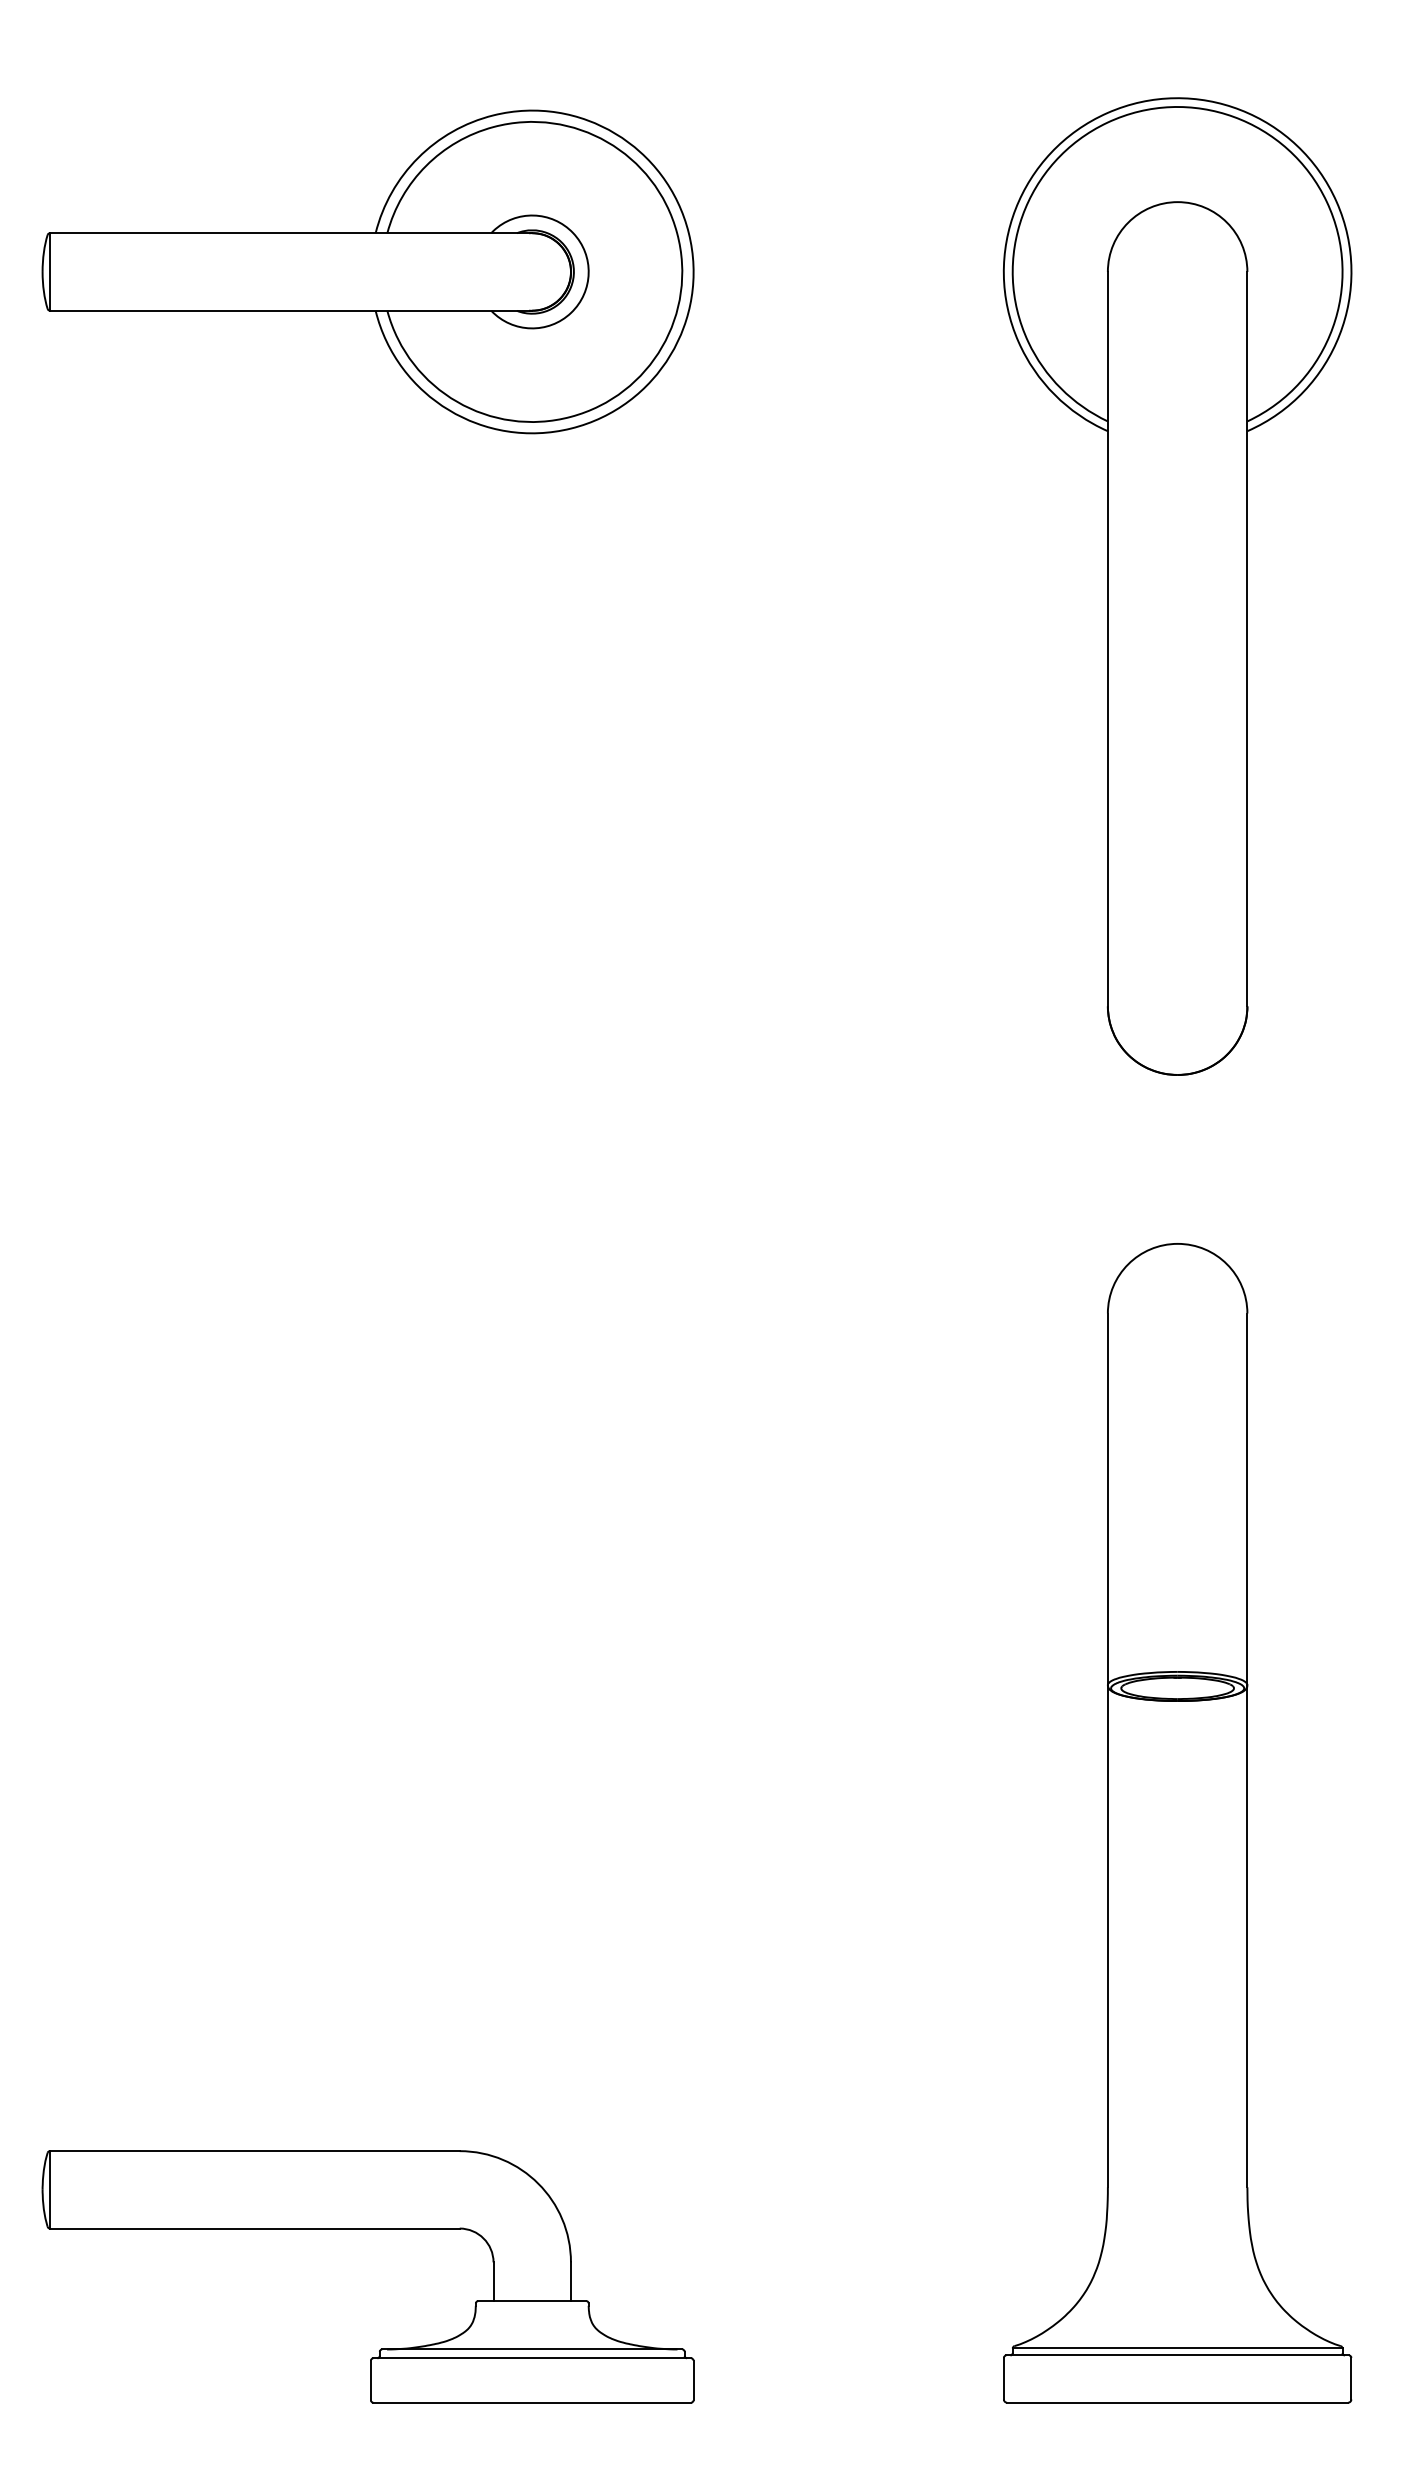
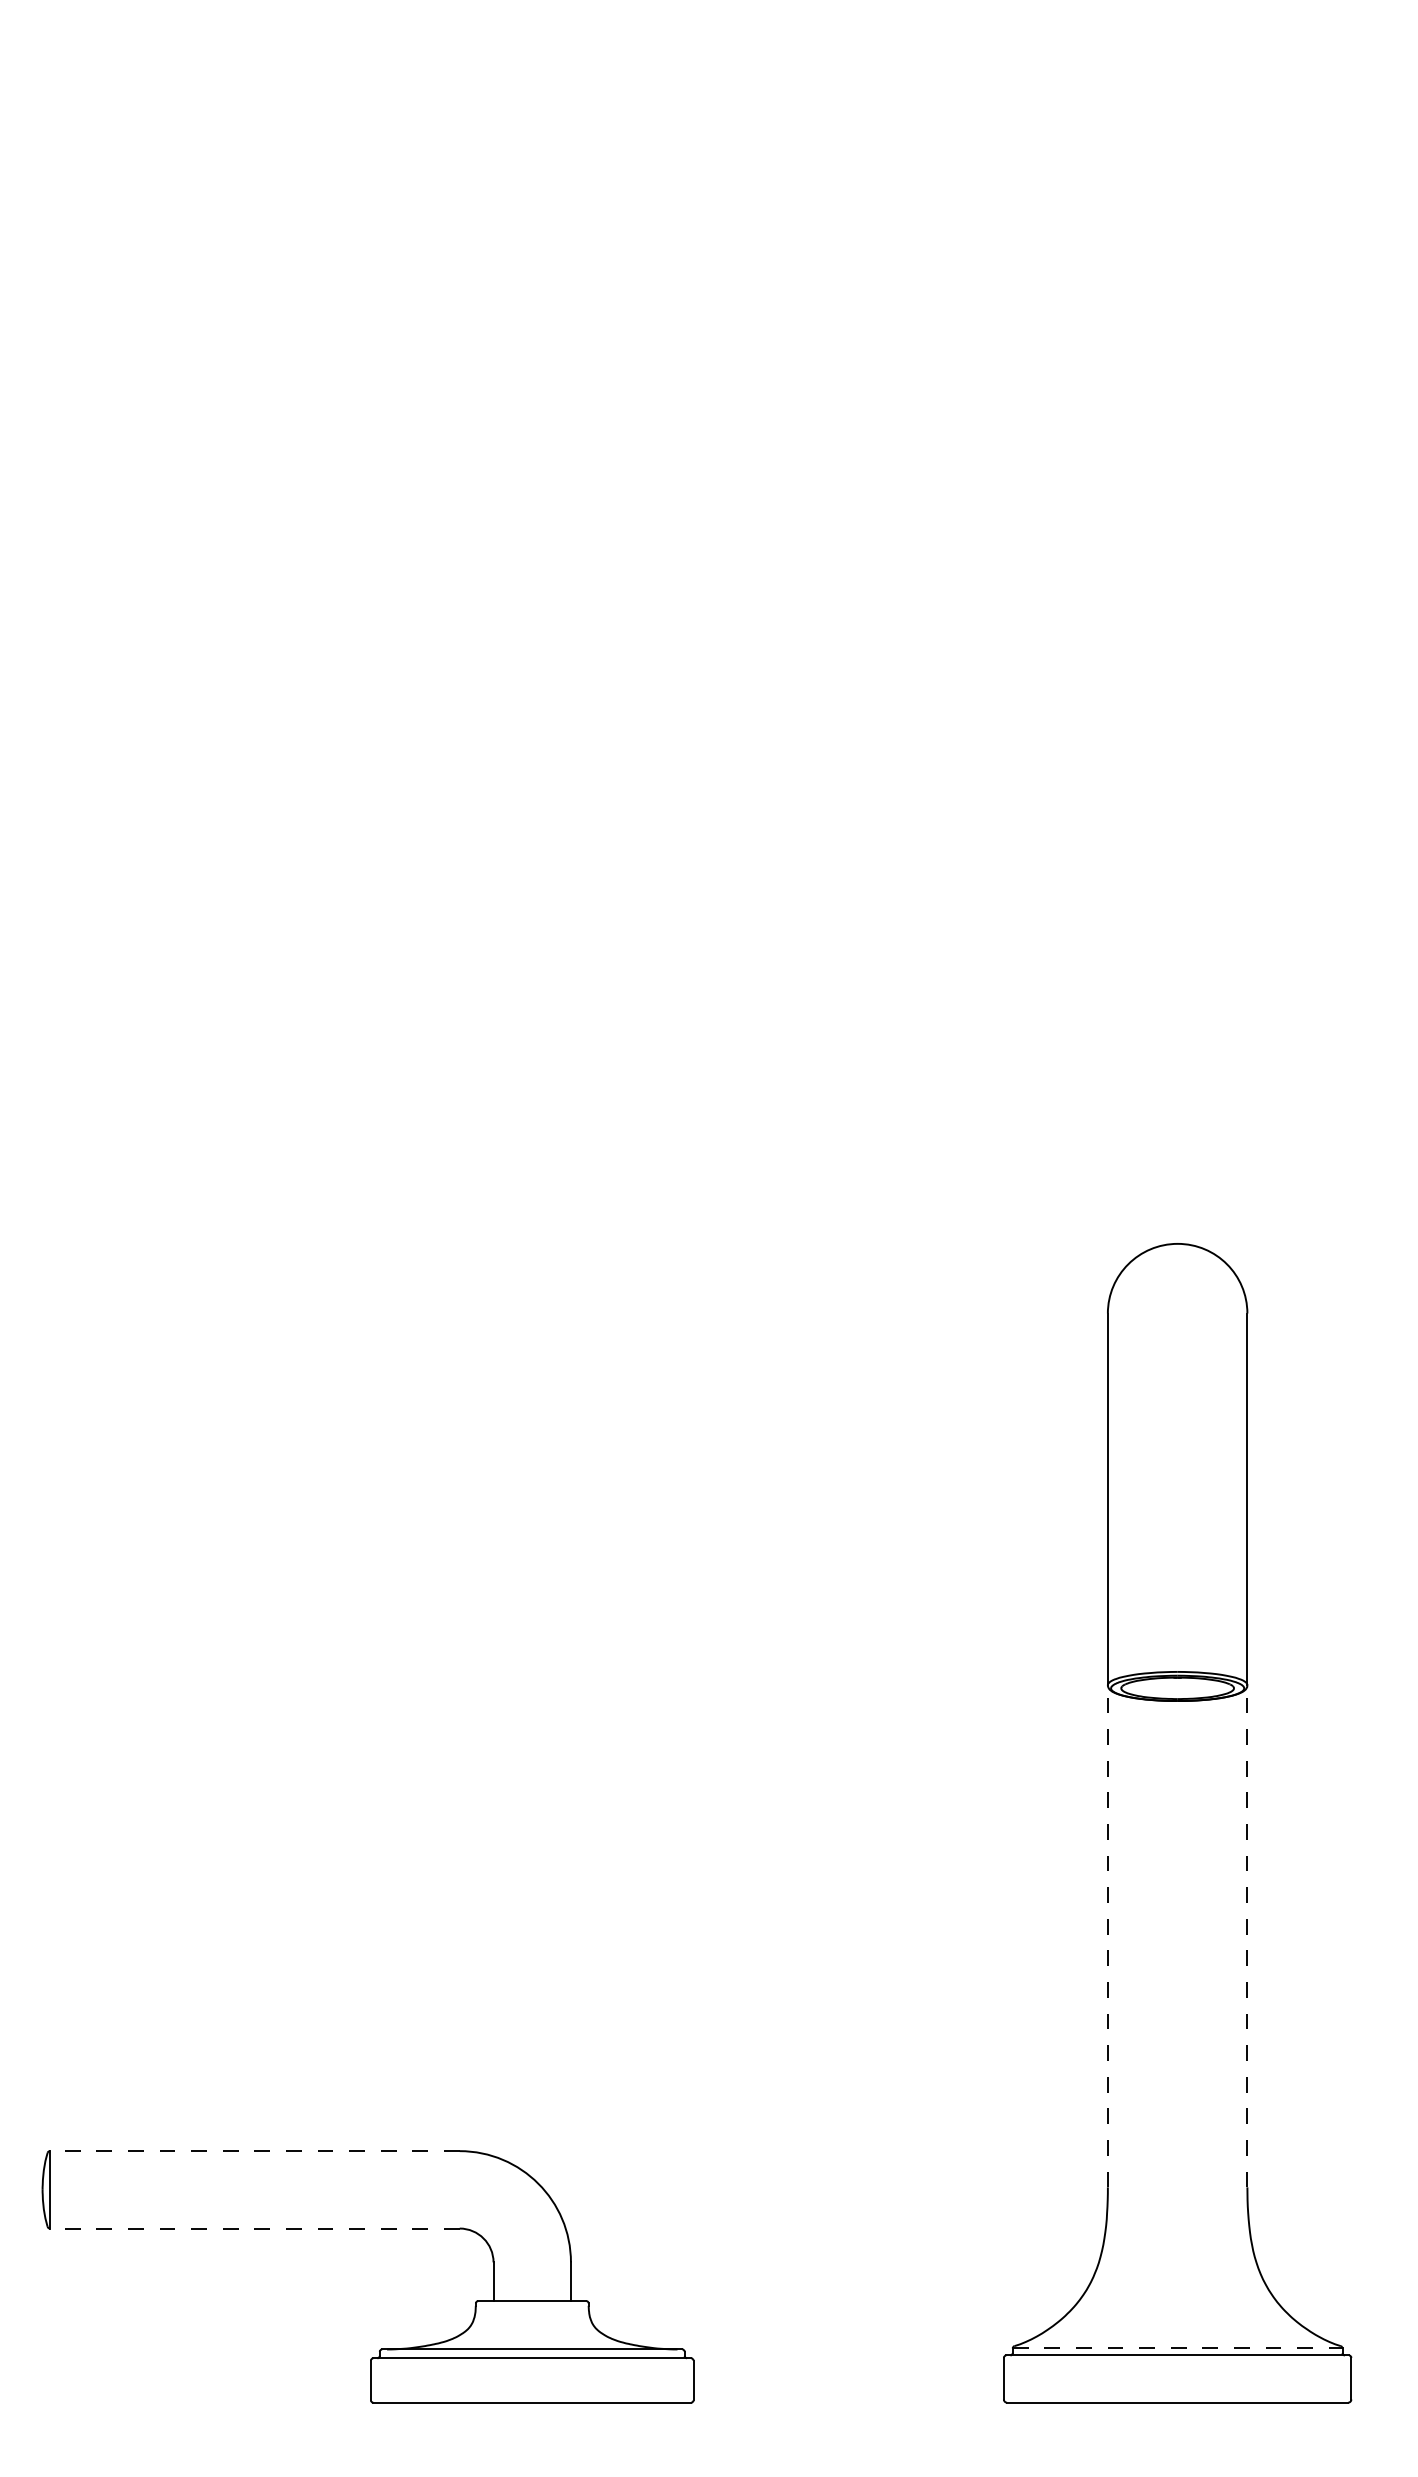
part at (367, 271): present -> none
part at (1177, 586): present -> none
line at (1107, 1935): solid -> dashed
line at (1247, 1935): solid -> dashed
line at (254, 2151): solid -> dashed
line at (254, 2228): solid -> dashed
line at (1177, 2348): solid -> dashed
